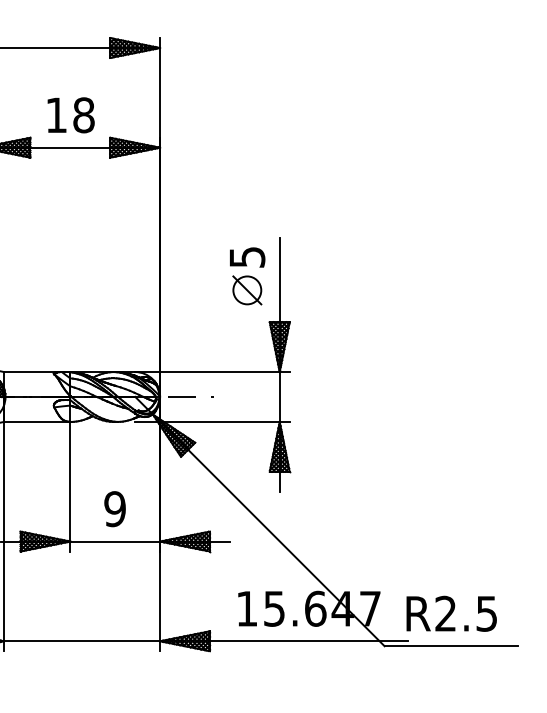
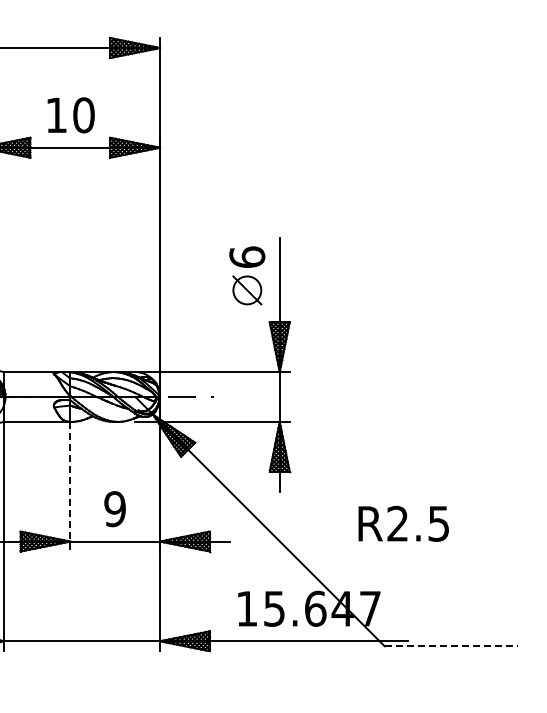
text at (83, 115): 18 -> 10
text at (247, 256): 5 -> 6
line at (70, 486): solid -> dashed
text at (451, 613) position: (451, 613) -> (403, 523)
line at (451, 646): solid -> dashed
